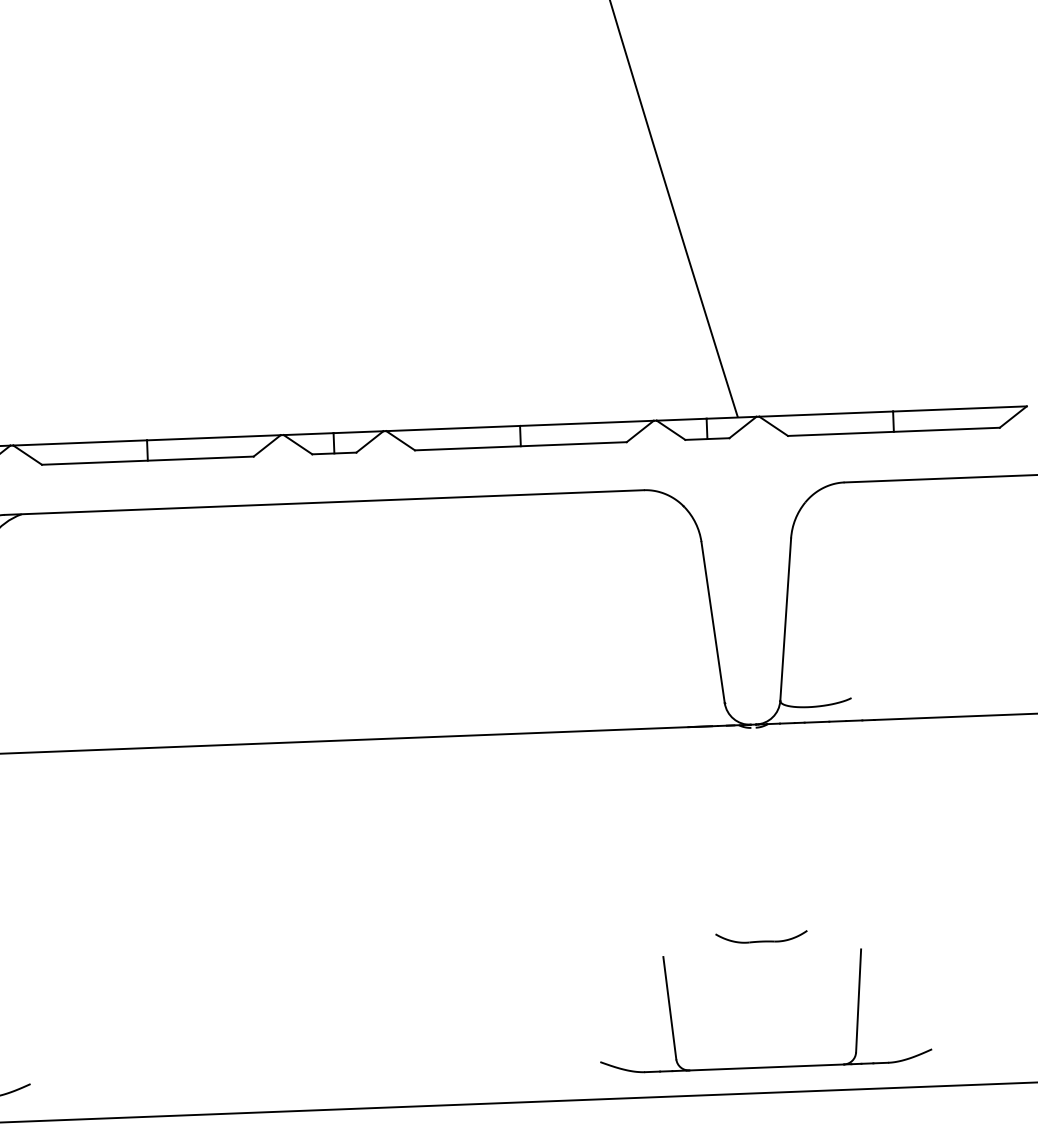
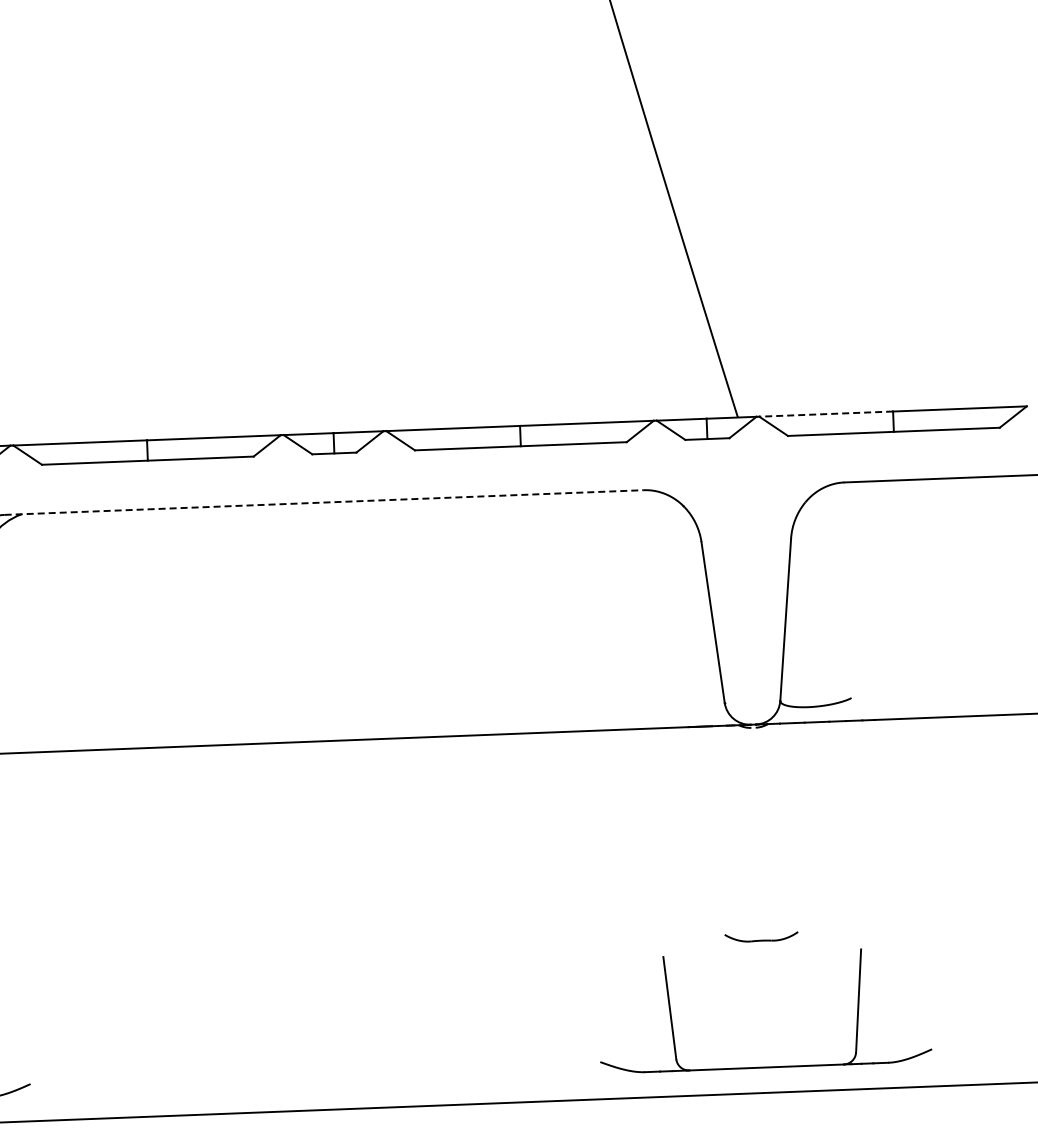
line at (826, 414): solid -> dashed
line at (324, 502): solid -> dashed
part at (761, 936) size: 93x14 px -> 75x12 px
